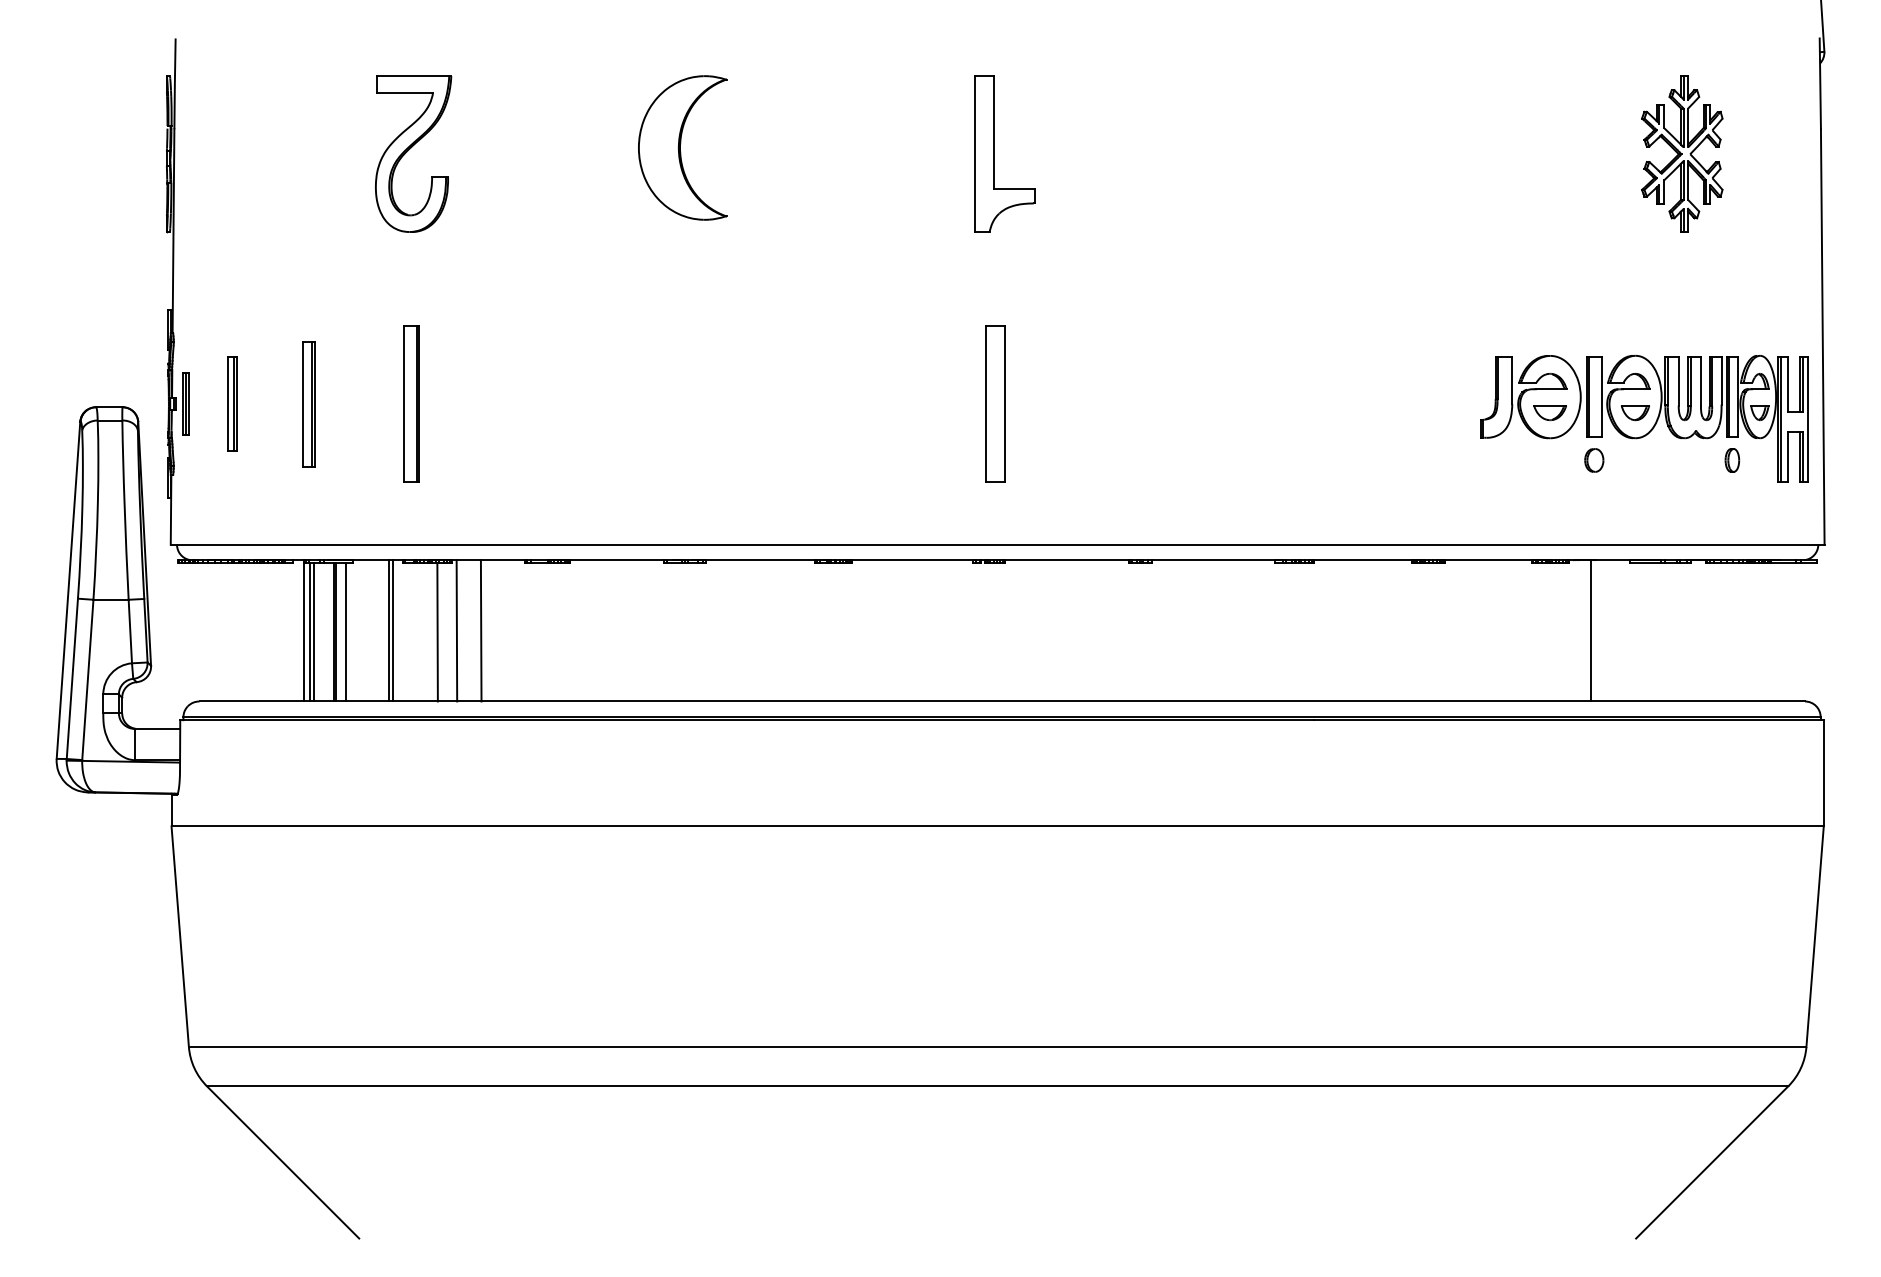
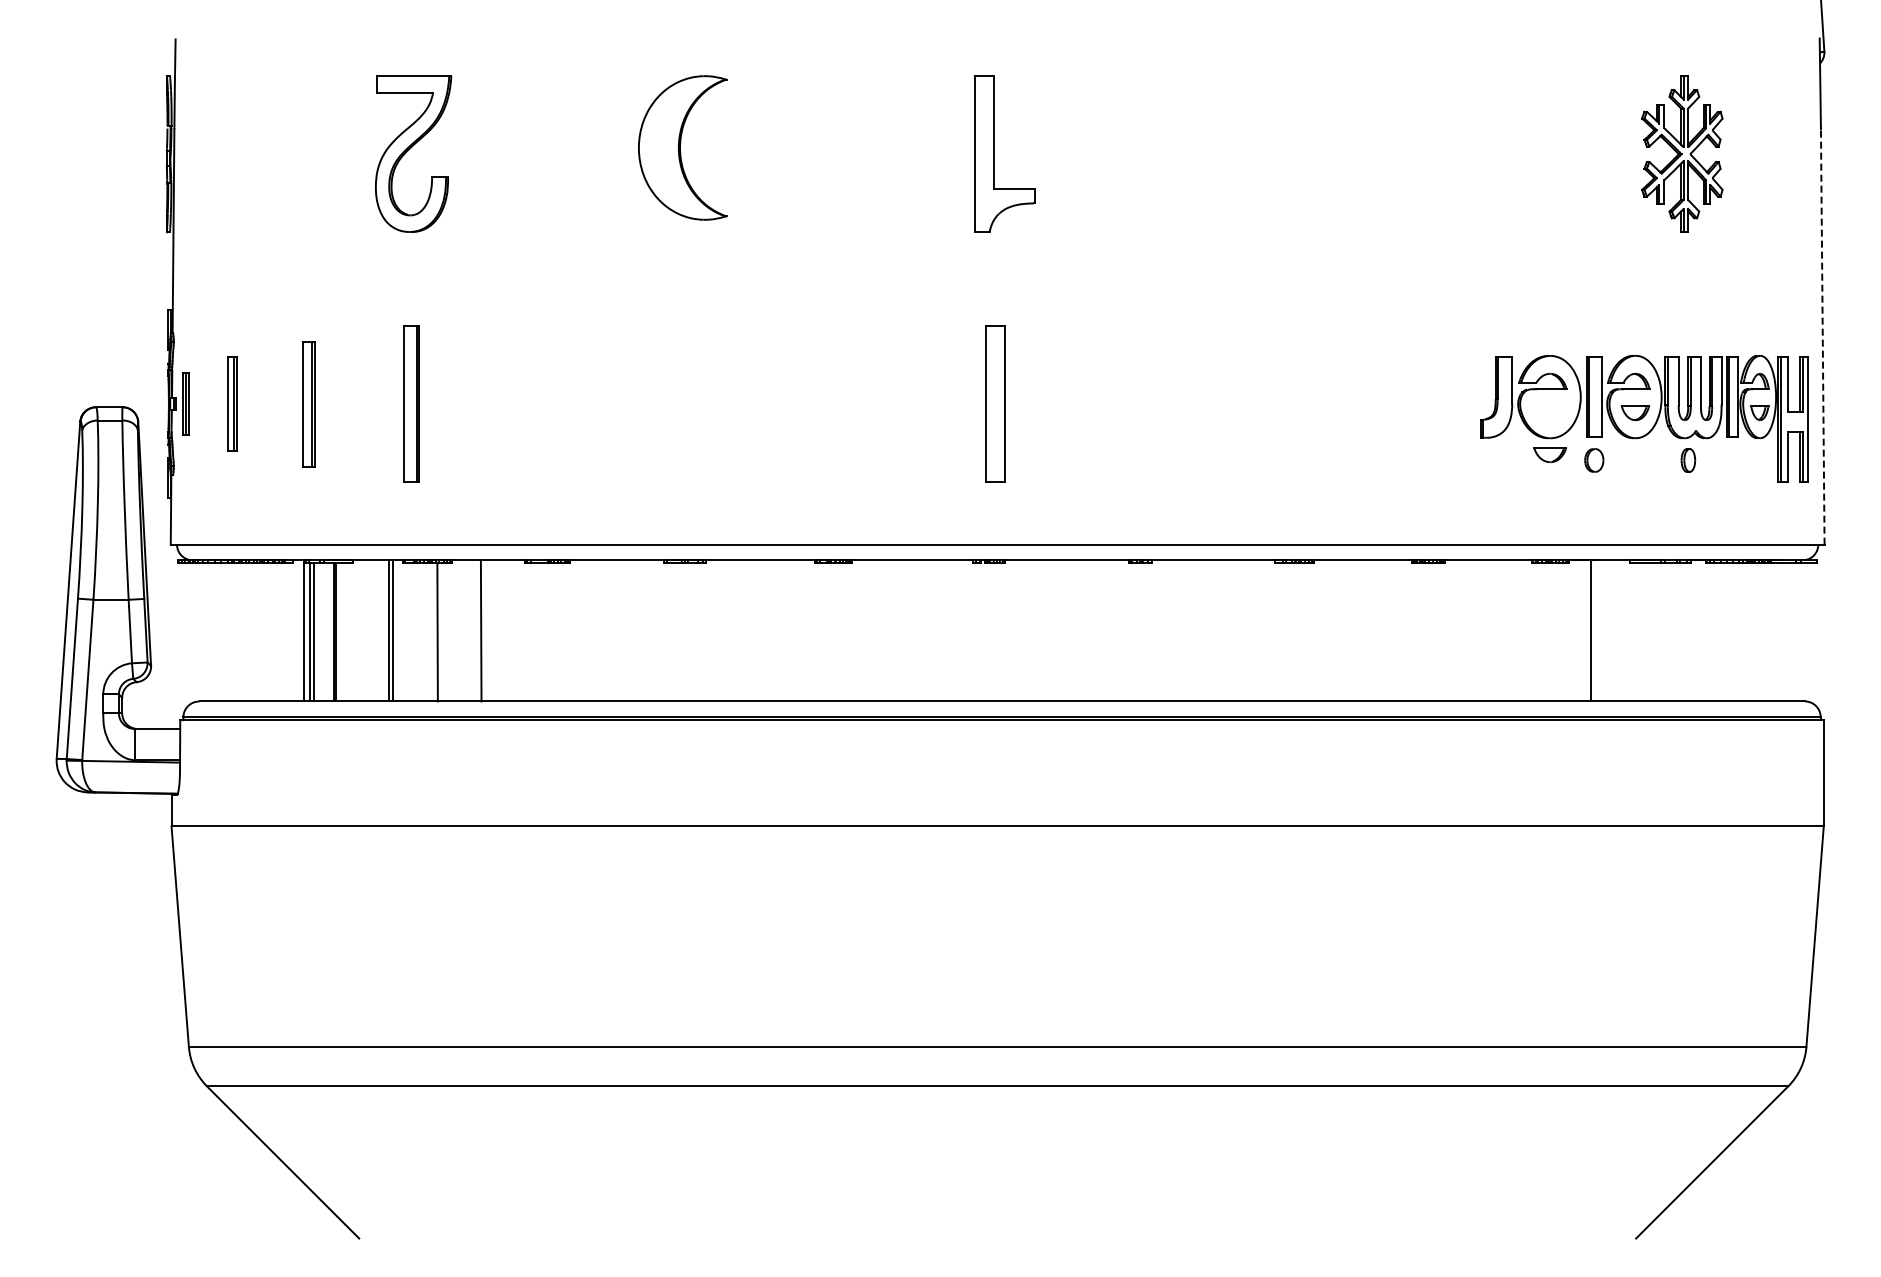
line at (1822, 336): solid -> dashed
part at (1549, 413) position: (1549, 413) -> (1549, 455)
part at (1732, 460) position: (1732, 460) -> (1688, 460)
line at (456, 630): present -> none
line at (345, 632): present -> none
